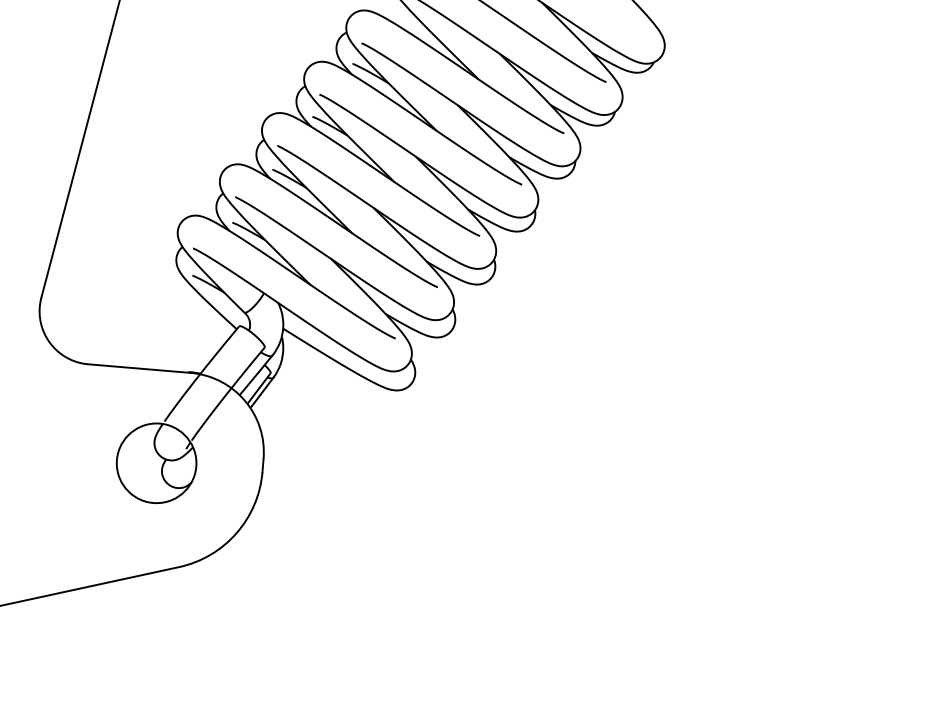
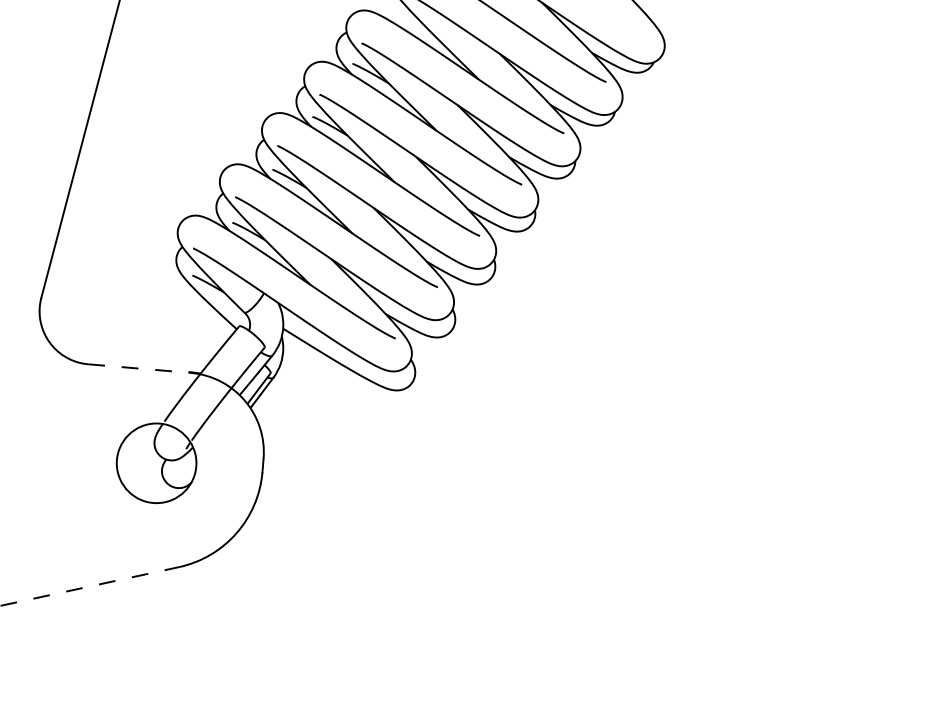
line at (139, 368): solid -> dashed
line at (90, 586): solid -> dashed
